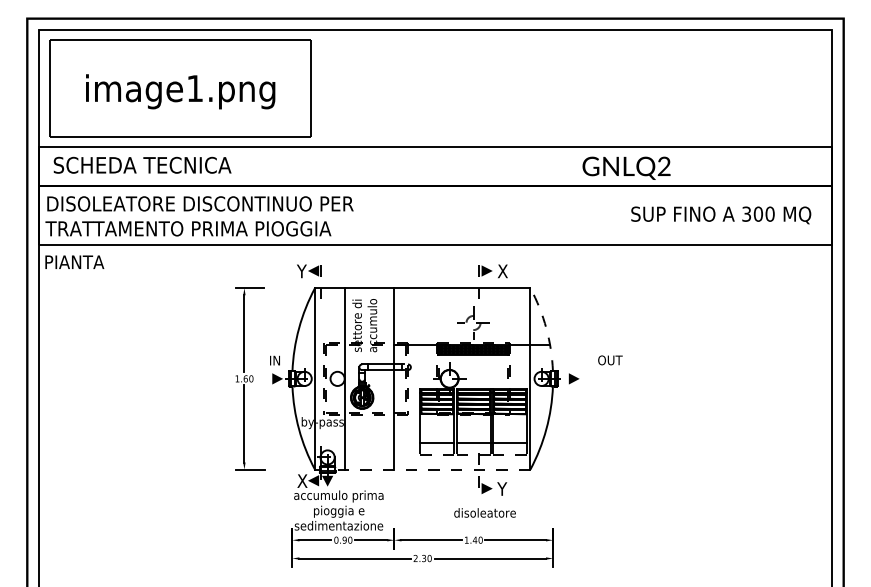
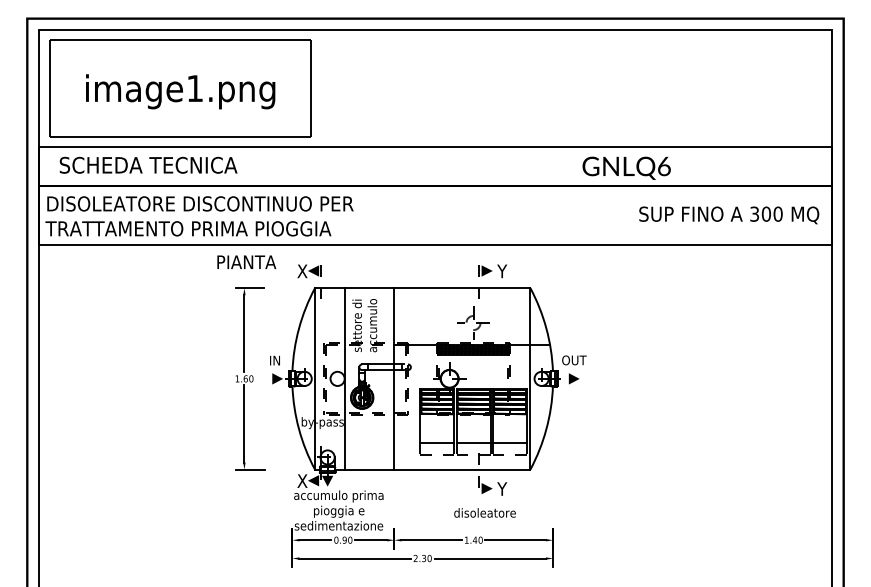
text at (142, 164) position: (142, 164) -> (148, 164)
text at (663, 166): GNLQ2 -> GNLQ6
text at (721, 215) position: (721, 215) -> (729, 215)
text at (74, 261) position: (74, 261) -> (246, 261)
text at (302, 271): Y -> X
text at (502, 271): X -> Y
arc at (546, 328): dashed -> solid
text at (610, 360) position: (610, 360) -> (574, 360)
line at (432, 469): dashed -> solid
